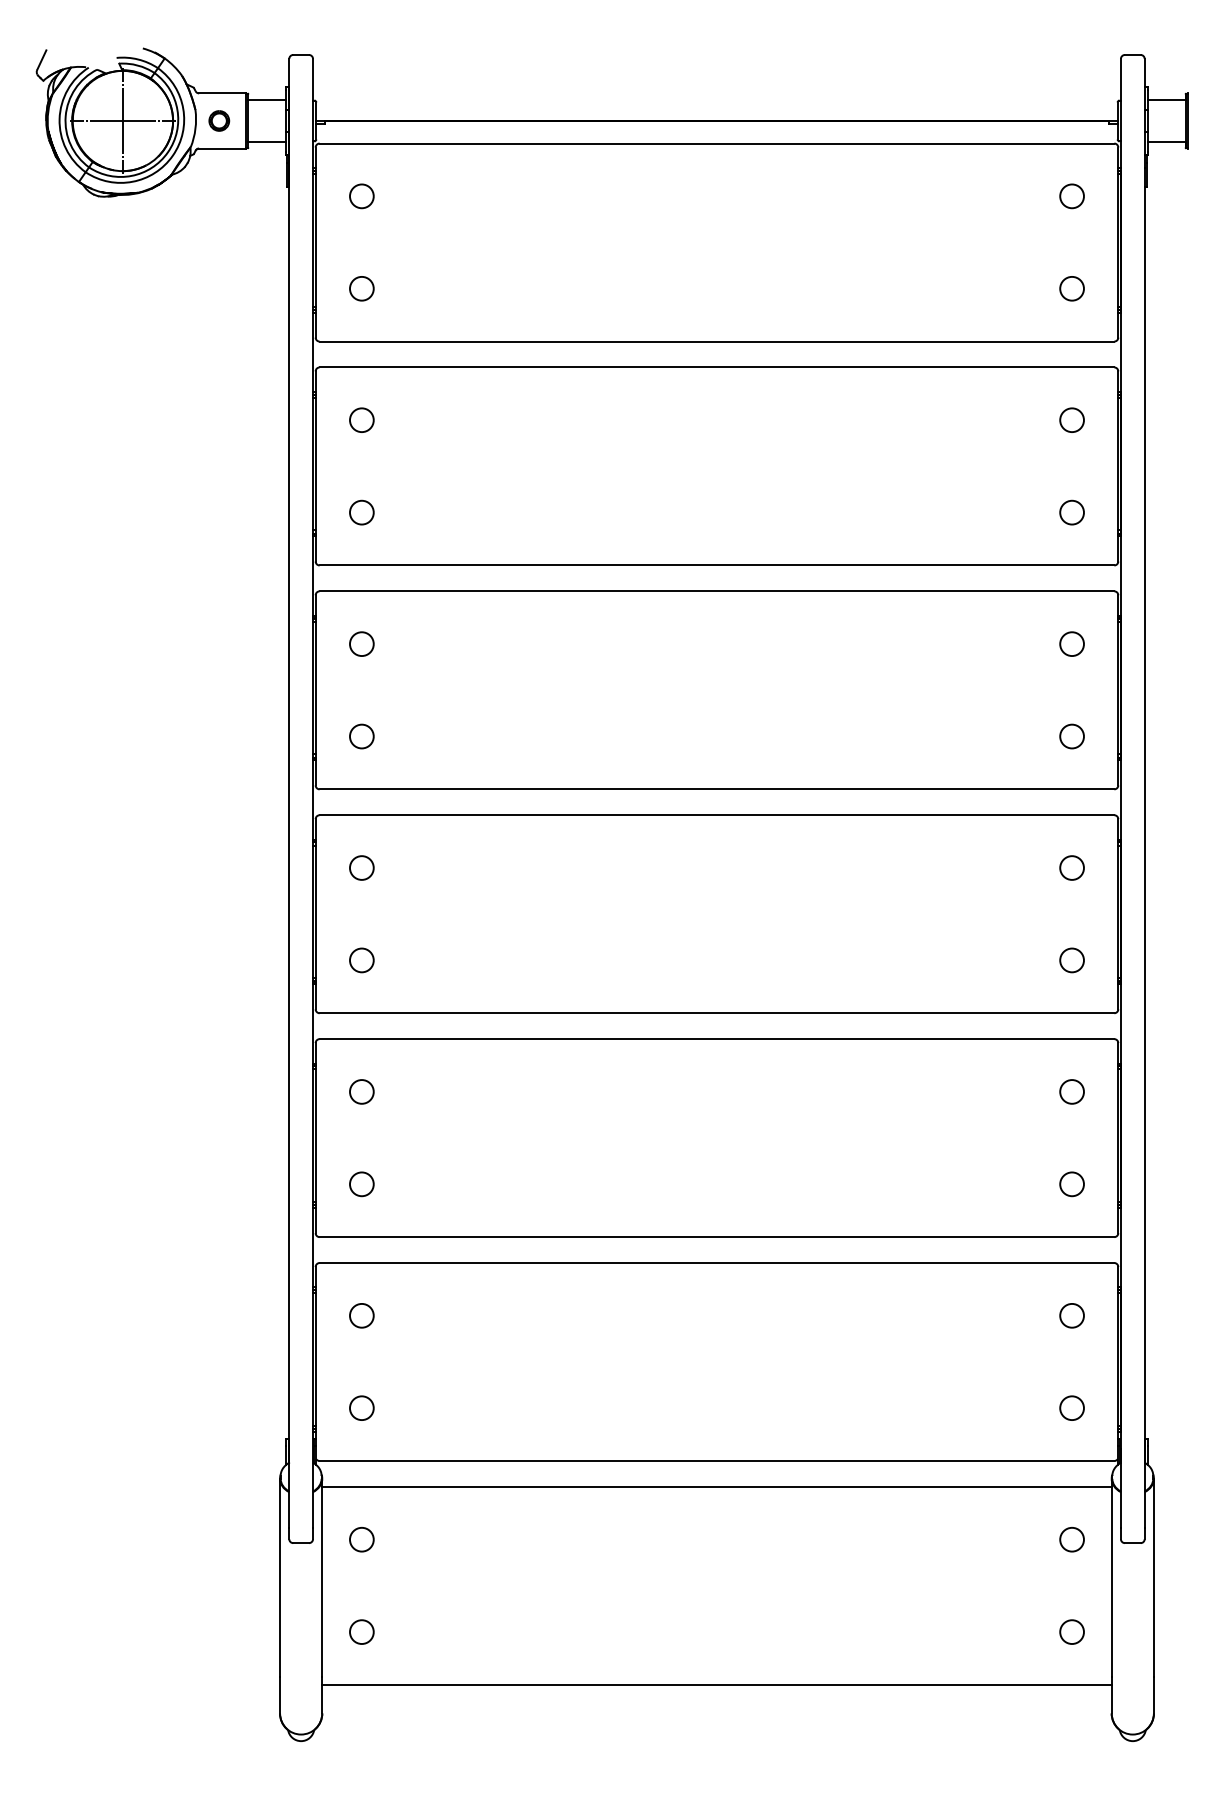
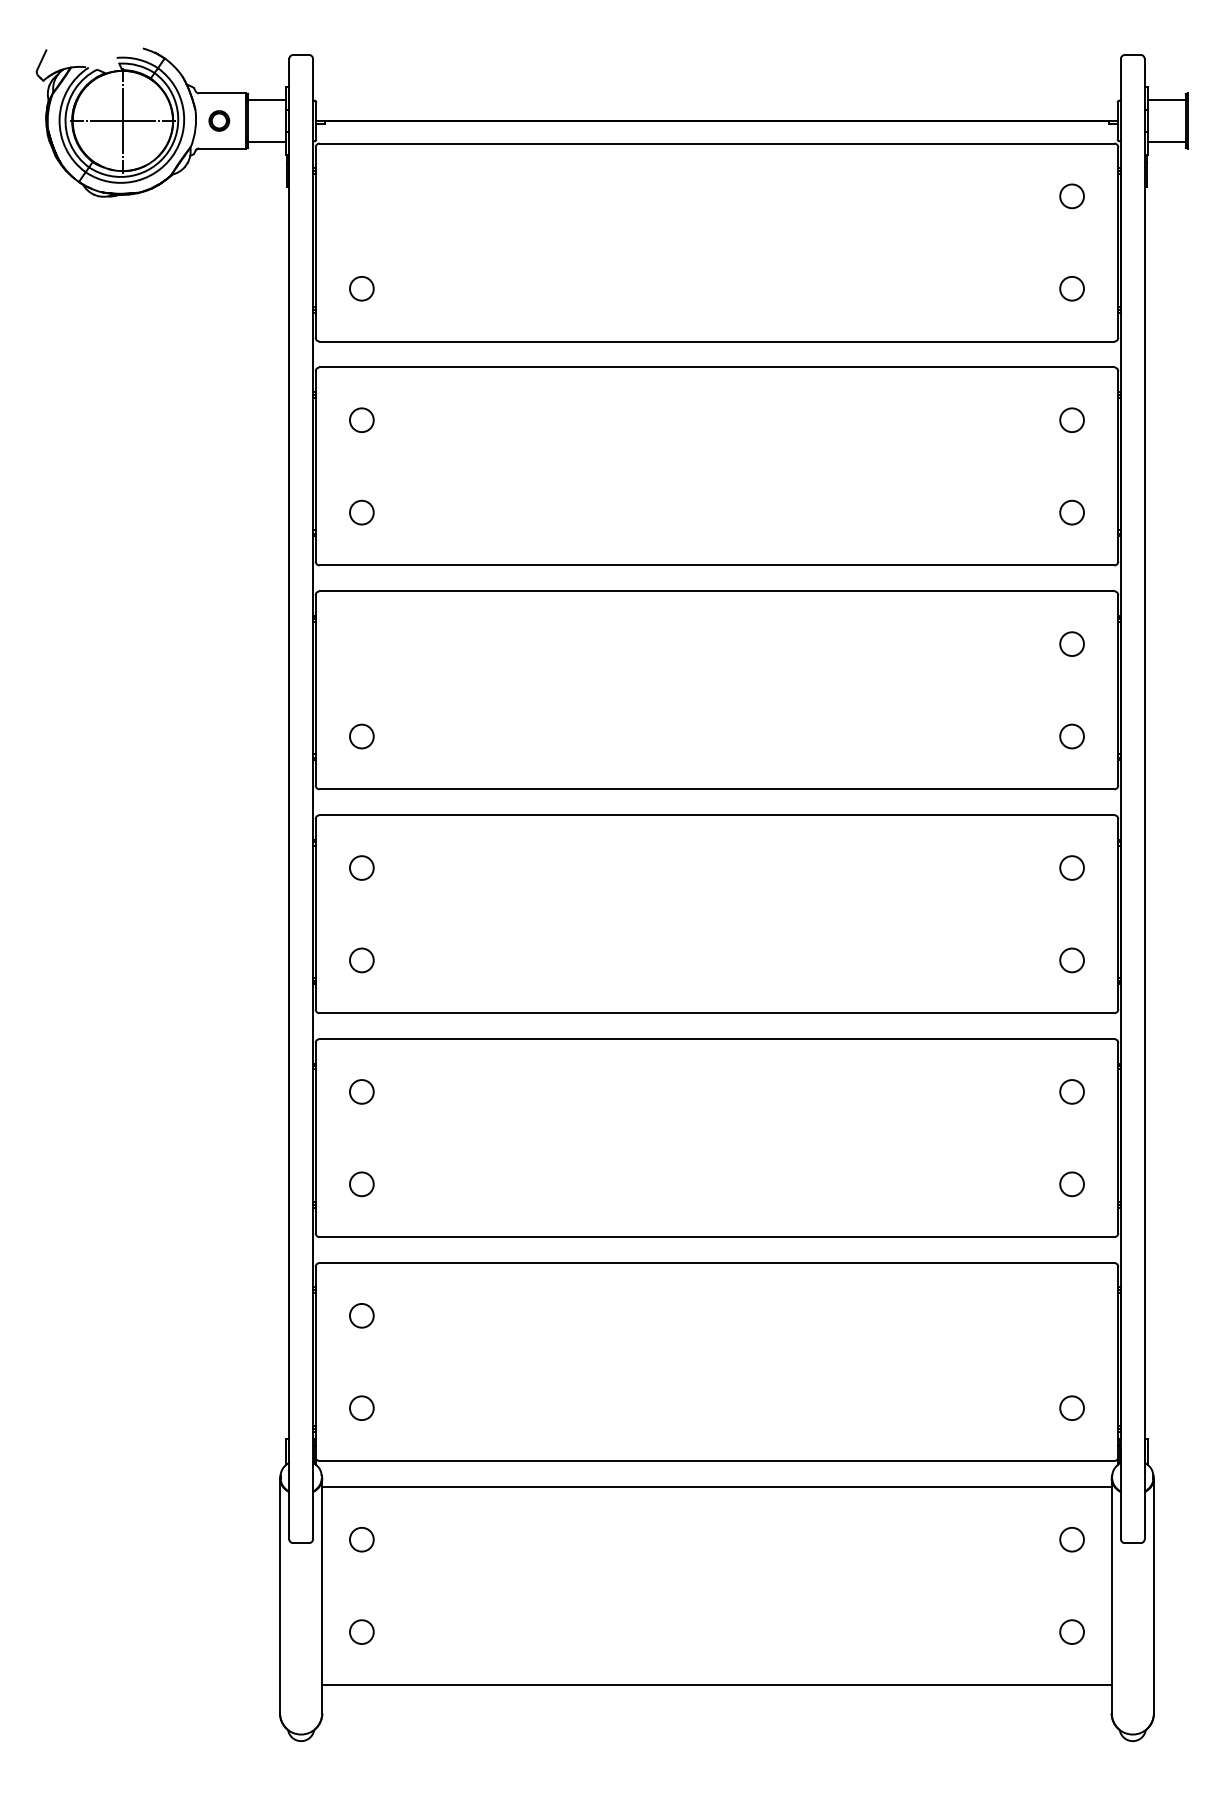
circle at (361, 196): present -> none
circle at (361, 643): present -> none
circle at (1071, 1315): present -> none
